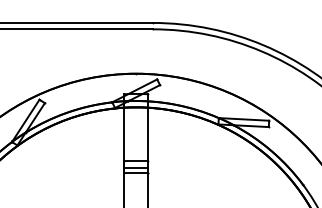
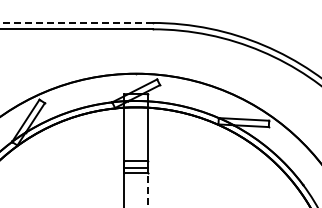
line at (76, 22): solid -> dashed
line at (147, 190): solid -> dashed
